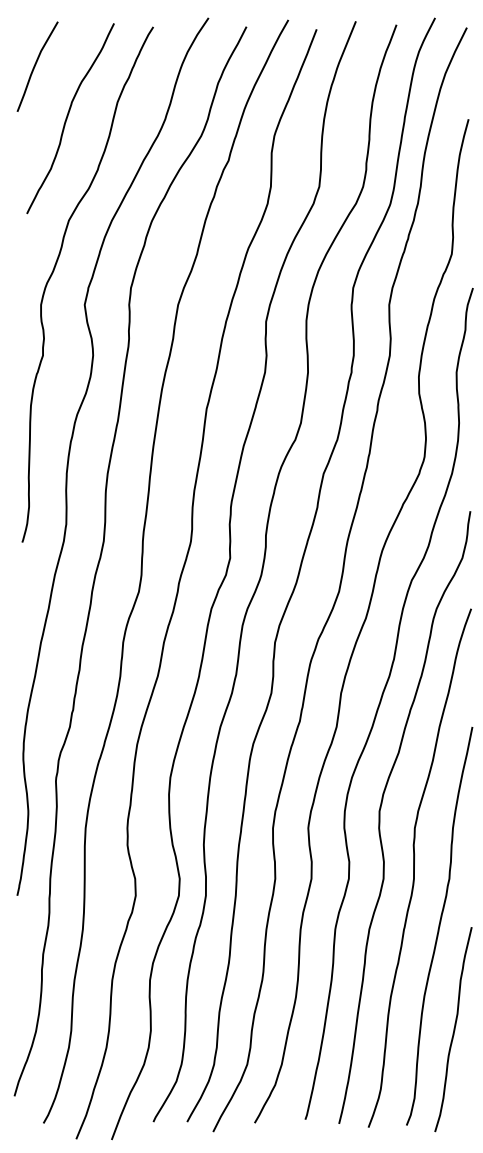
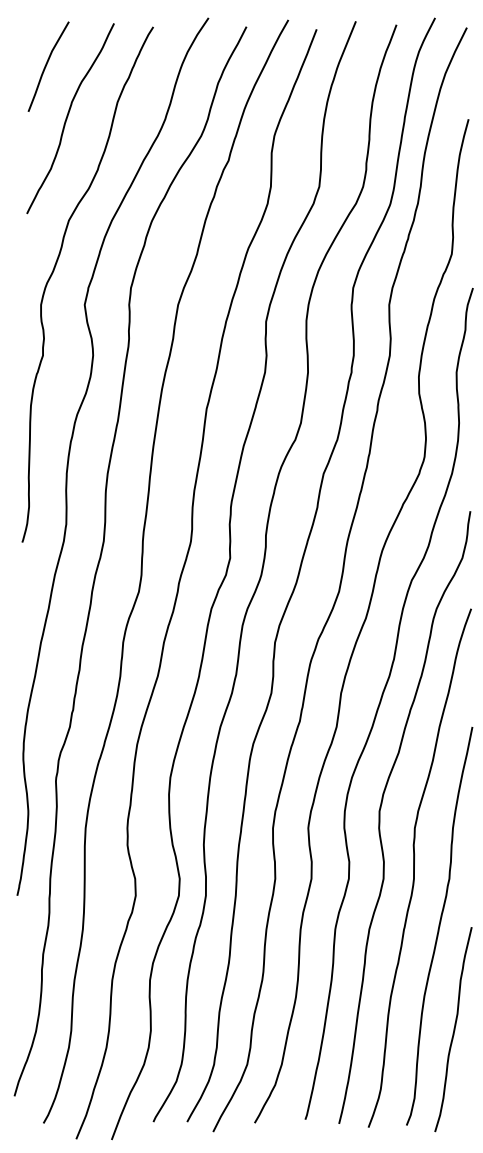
curve at (35, 66) position: (35, 66) -> (46, 66)
